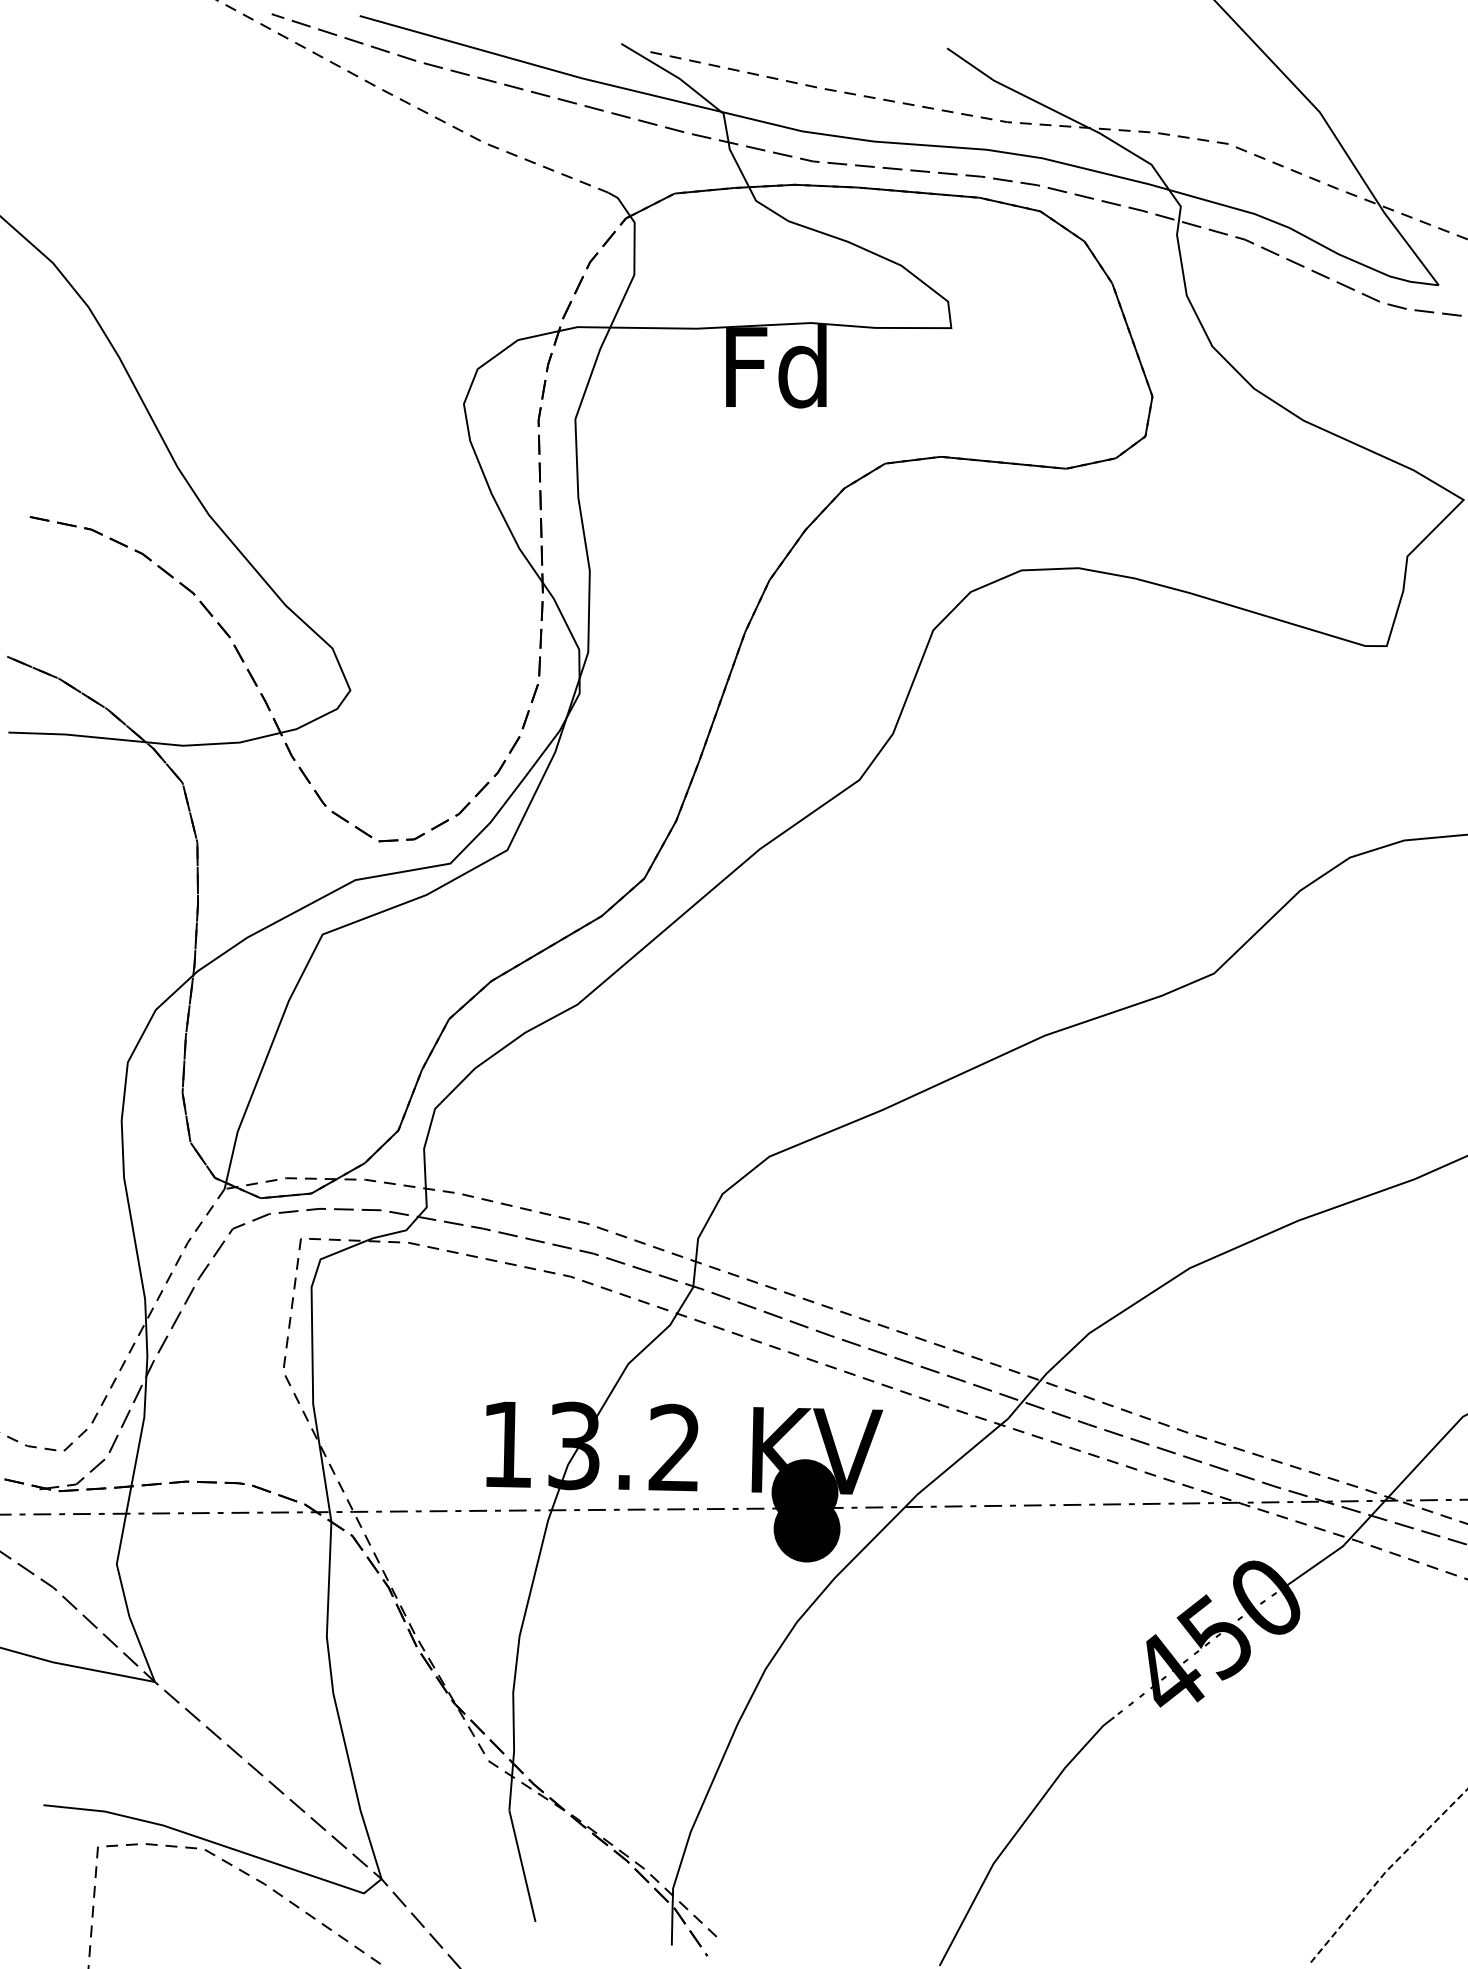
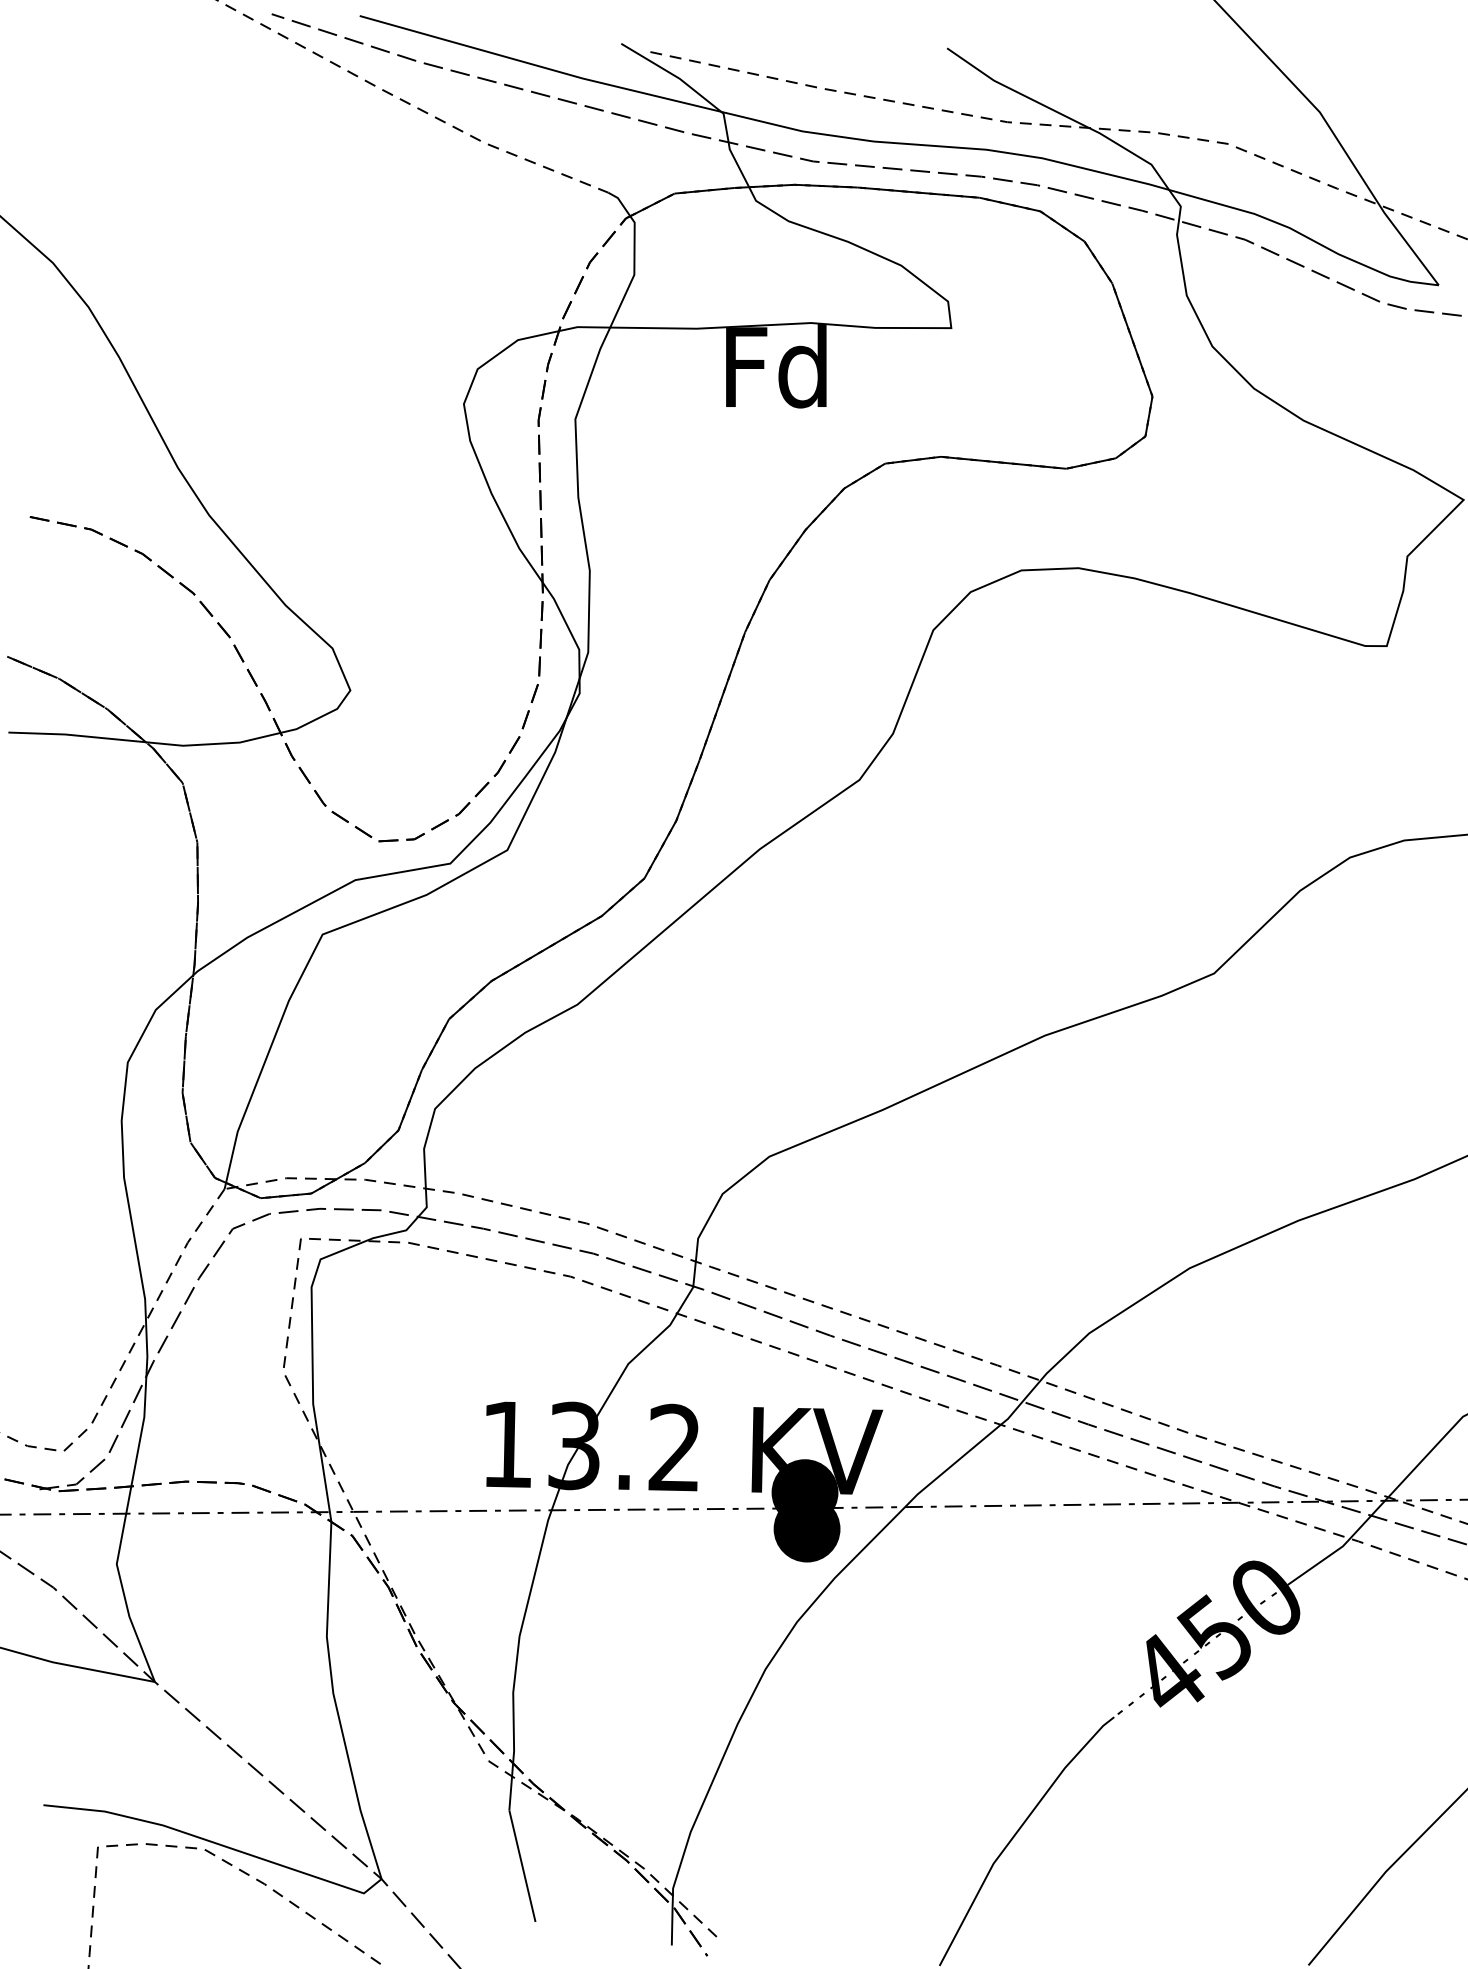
line at (1384, 1873): dashed -> solid
